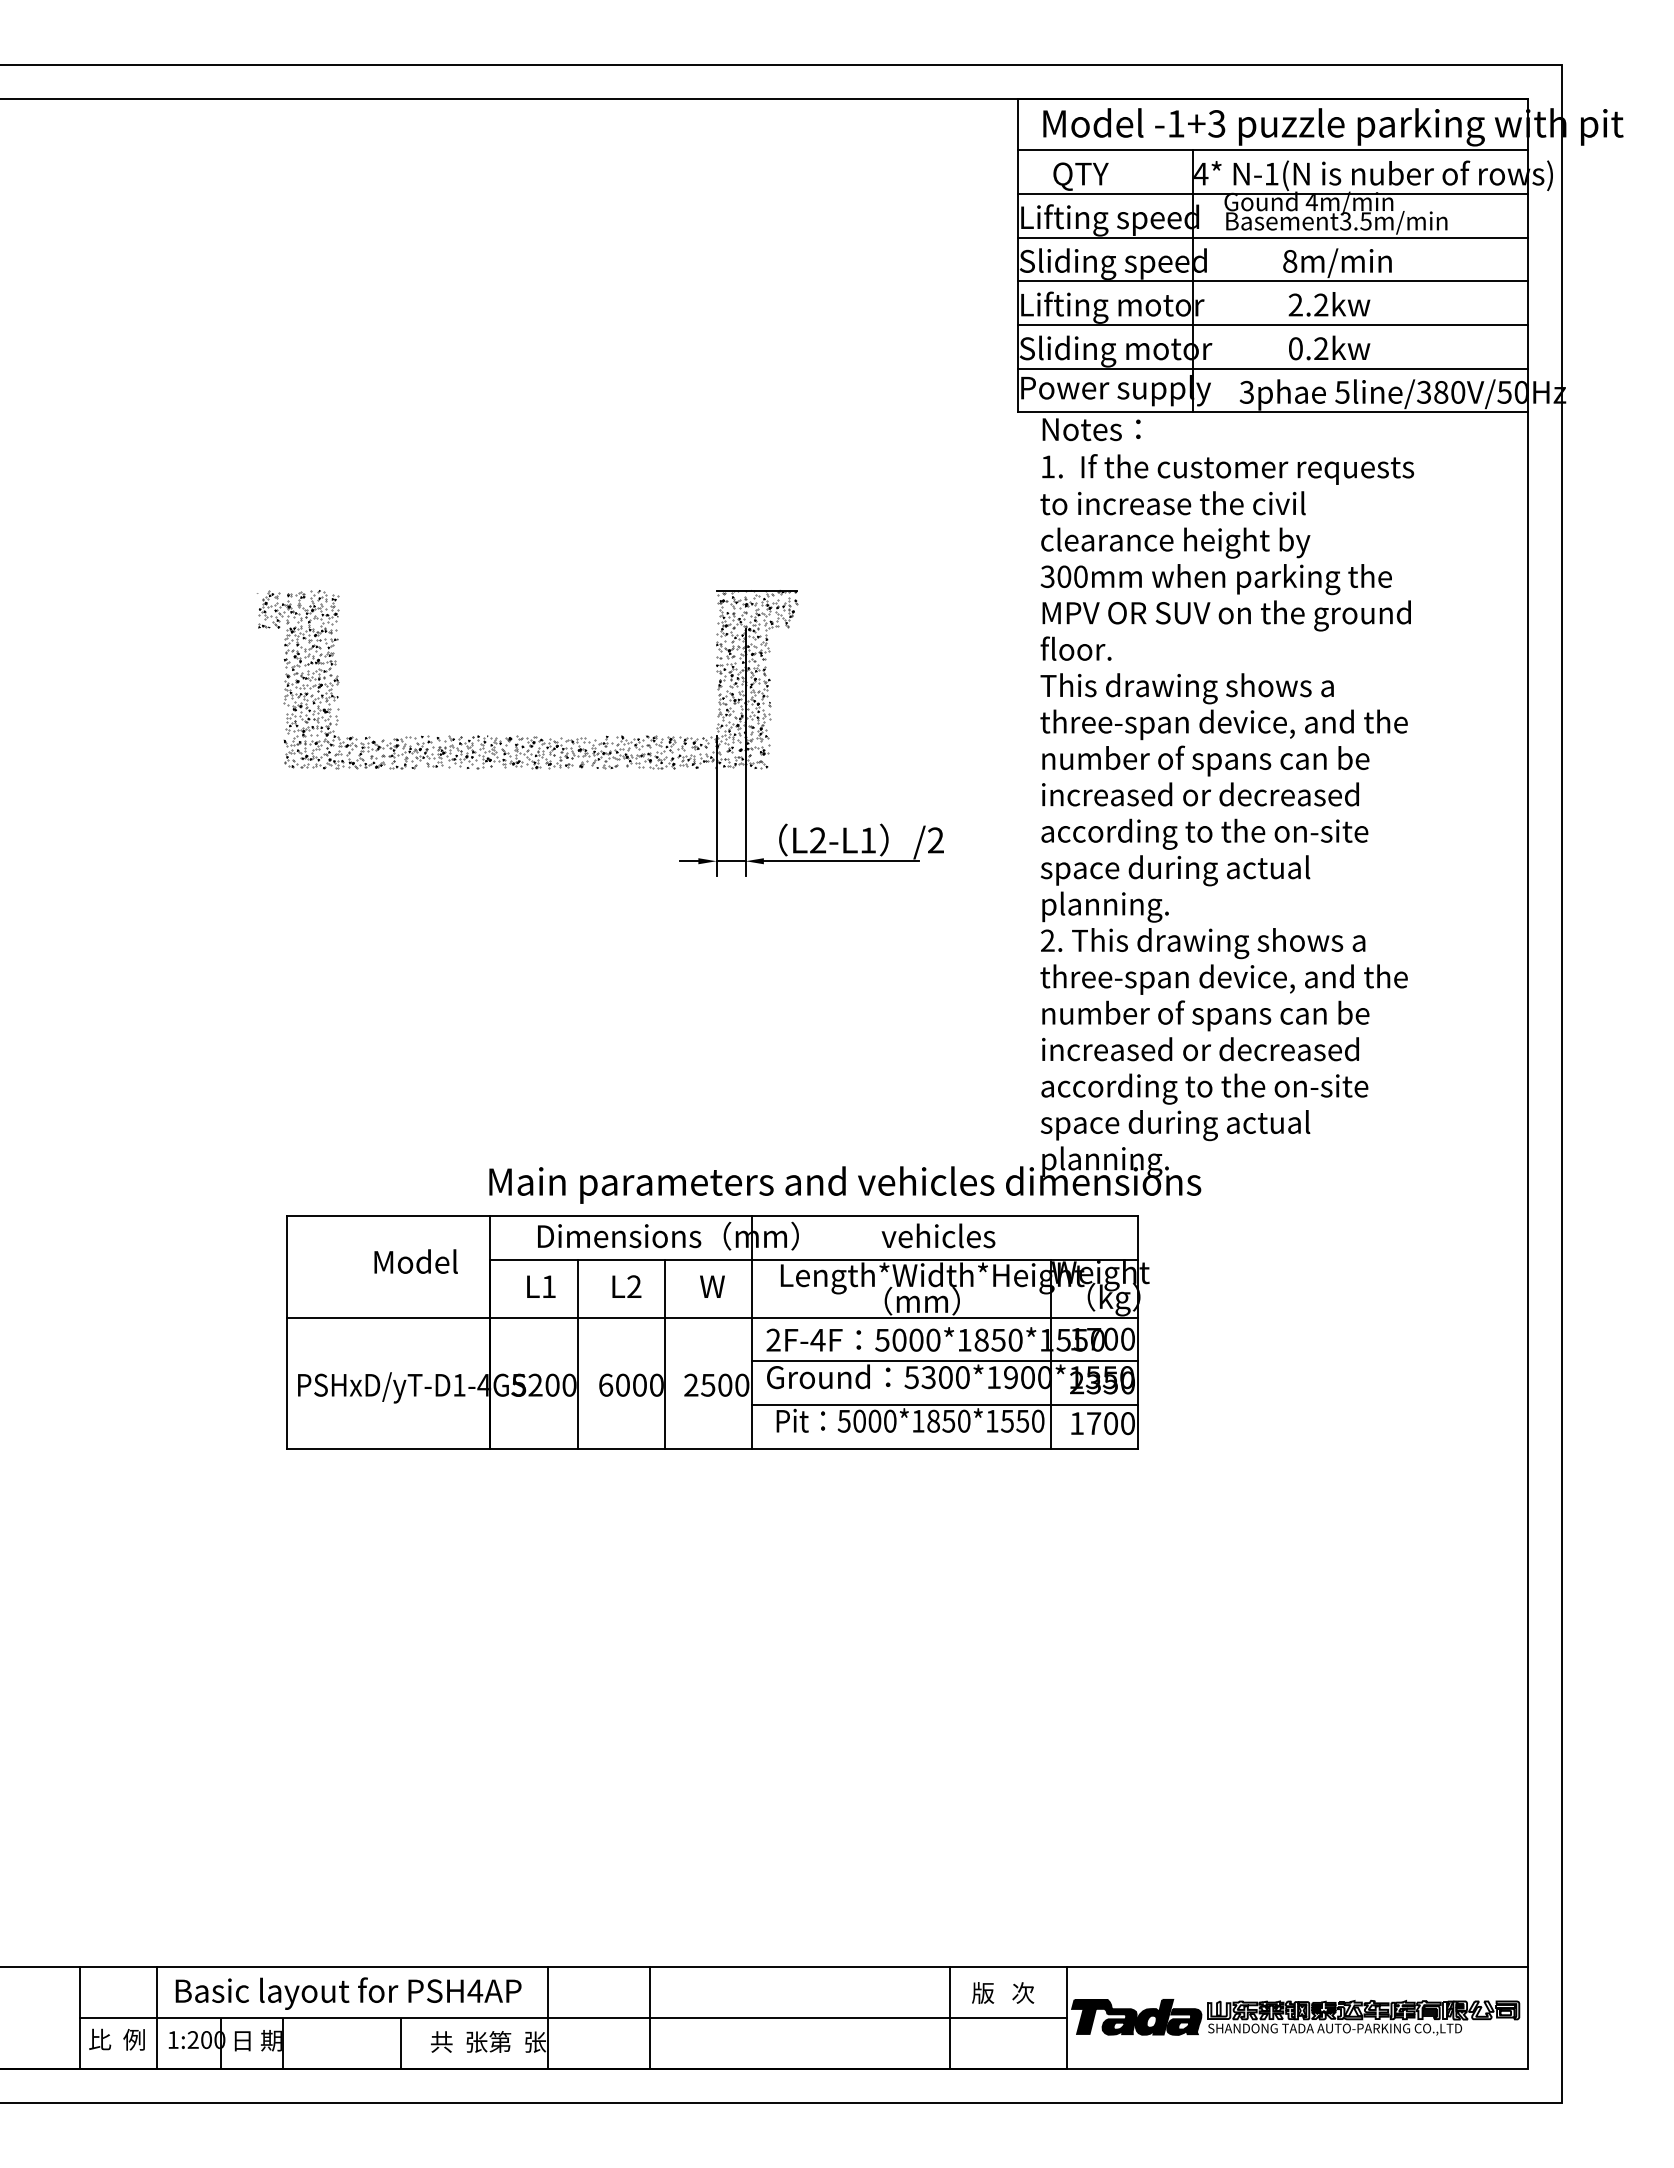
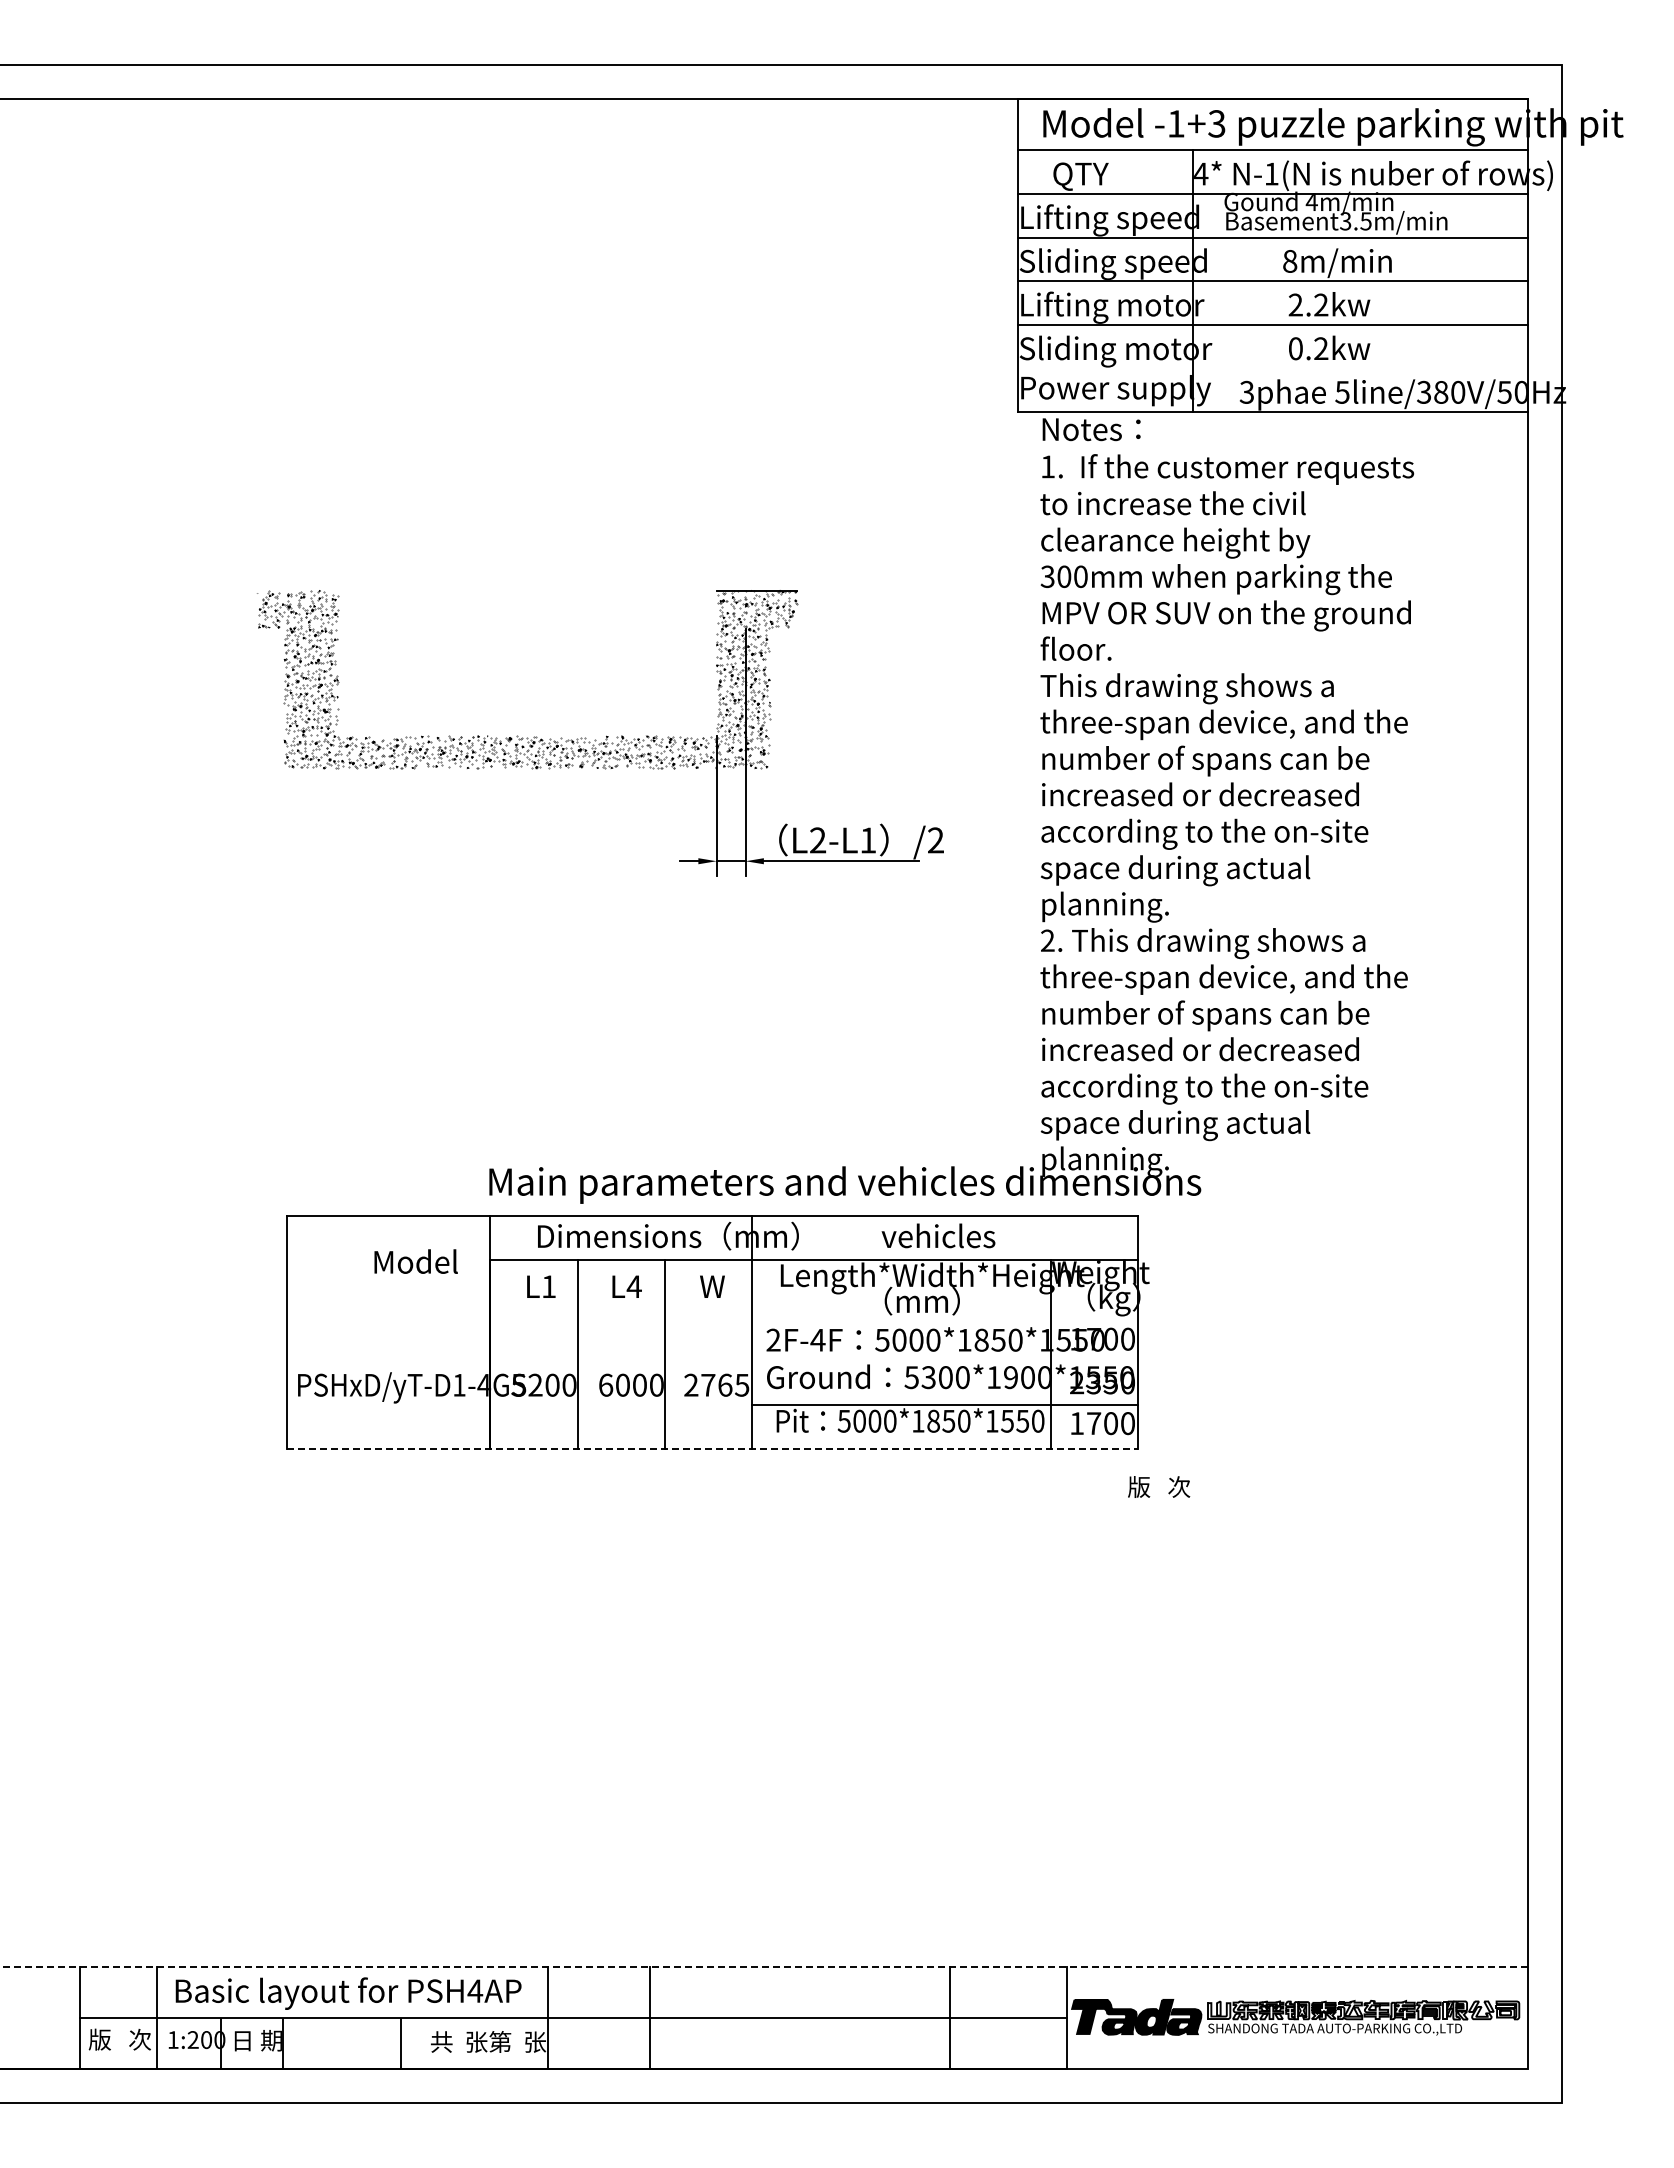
line at (1272, 368): present -> none
text at (633, 1286): L2 -> L4
line at (712, 1317): present -> none
line at (945, 1361): present -> none
text at (725, 1384): 2500 -> 2765
line at (712, 1448): solid -> dashed
line at (763, 1967): solid -> dashed
text at (1003, 1992) position: (1003, 1992) -> (1159, 1486)
text at (119, 2039): 比  例 -> 版   次
